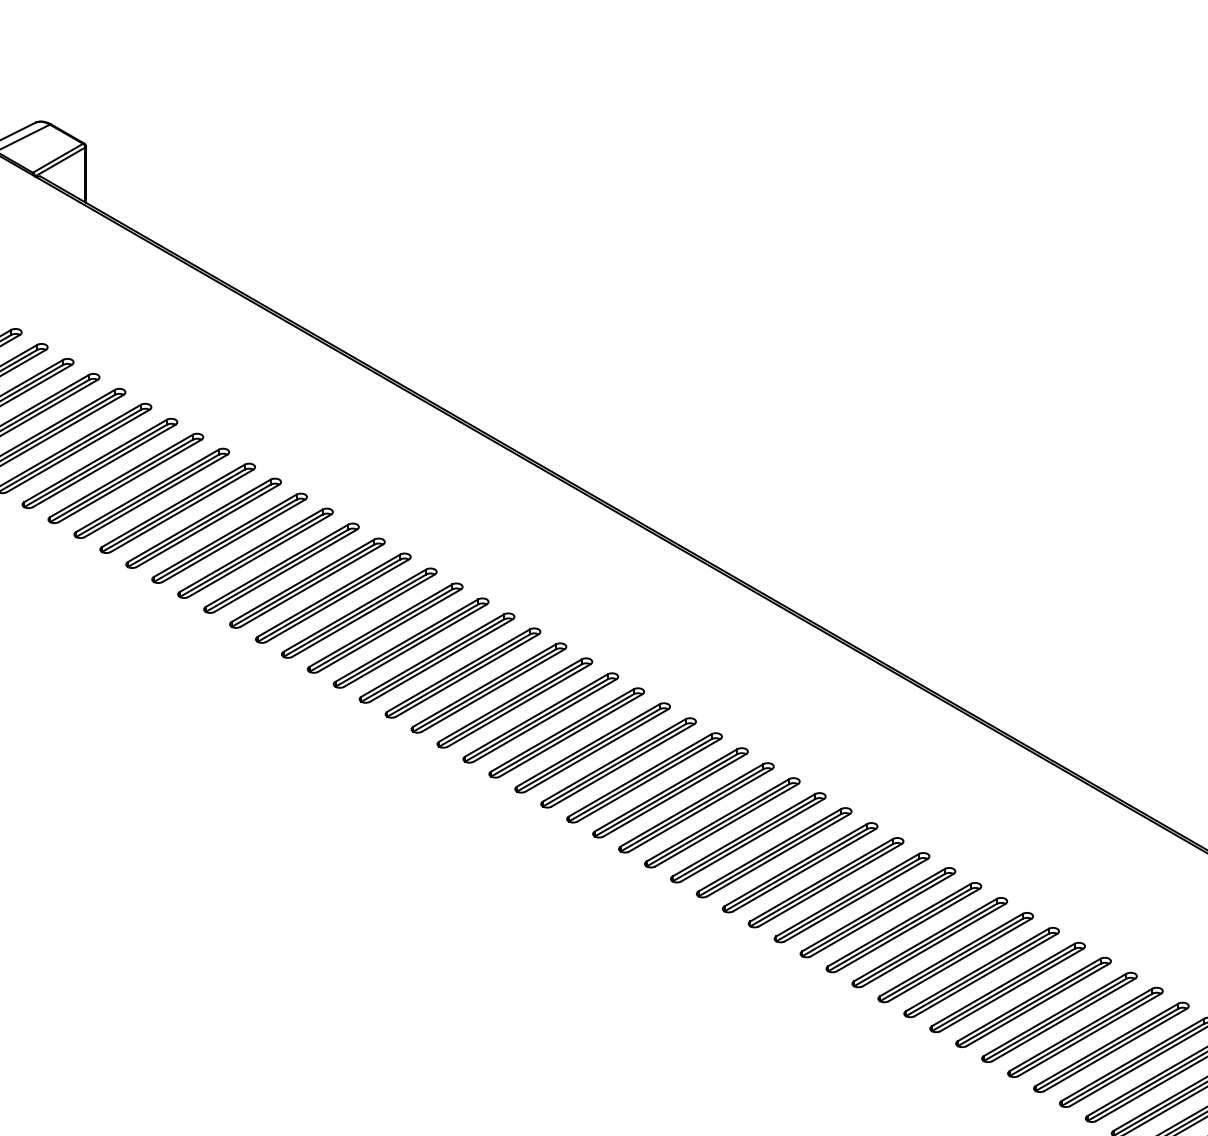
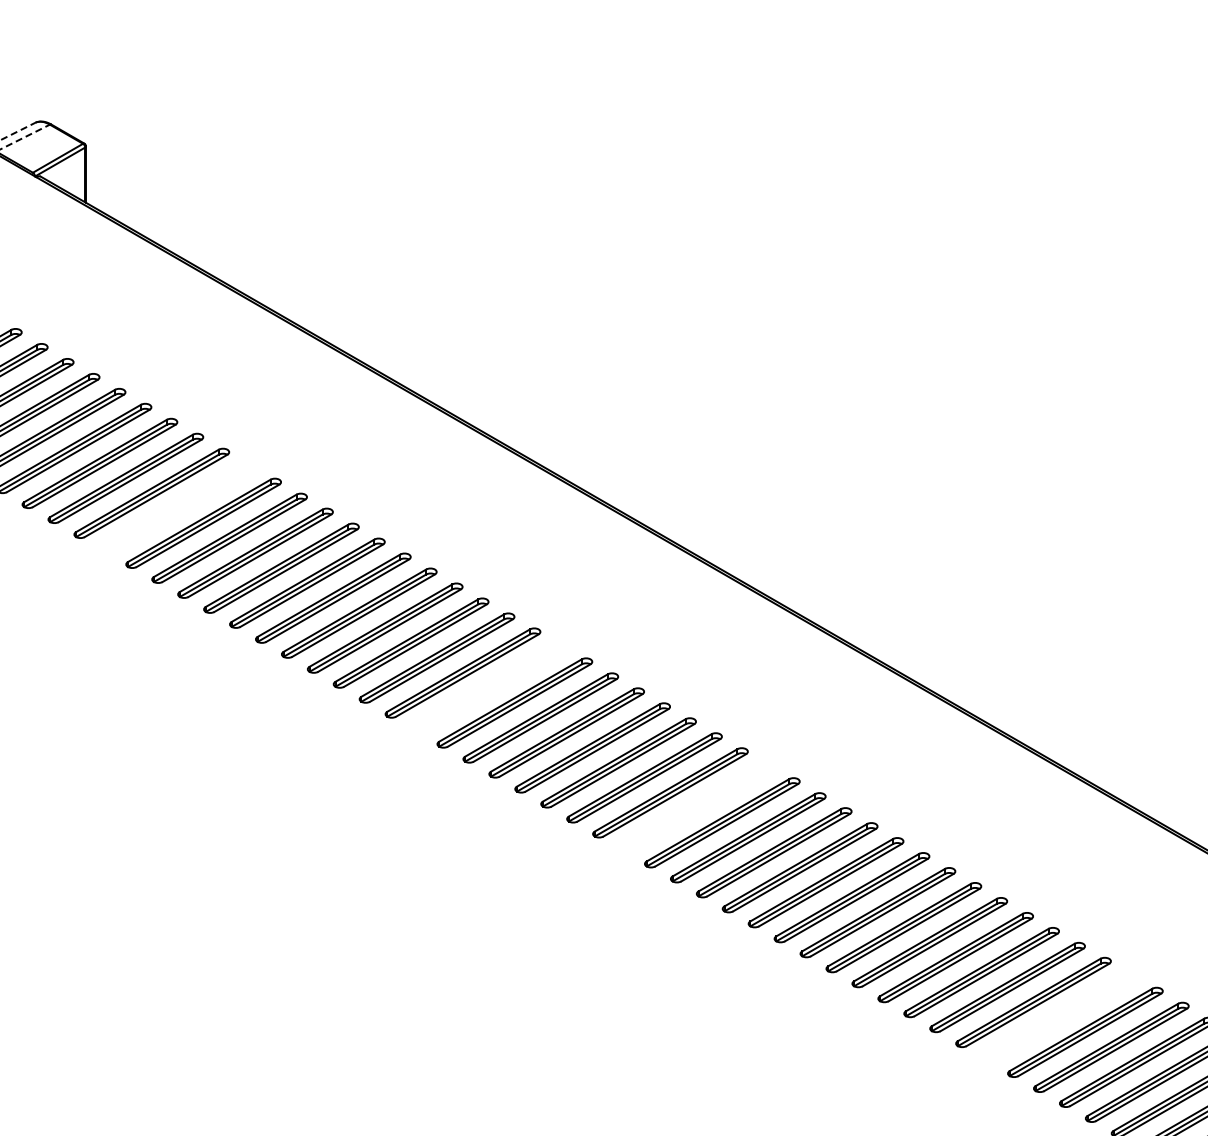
line at (18, 131): solid -> dashed
line at (25, 137): solid -> dashed
part at (177, 507): present -> none
part at (488, 687): present -> none
part at (696, 807): present -> none
part at (1059, 1016): present -> none
